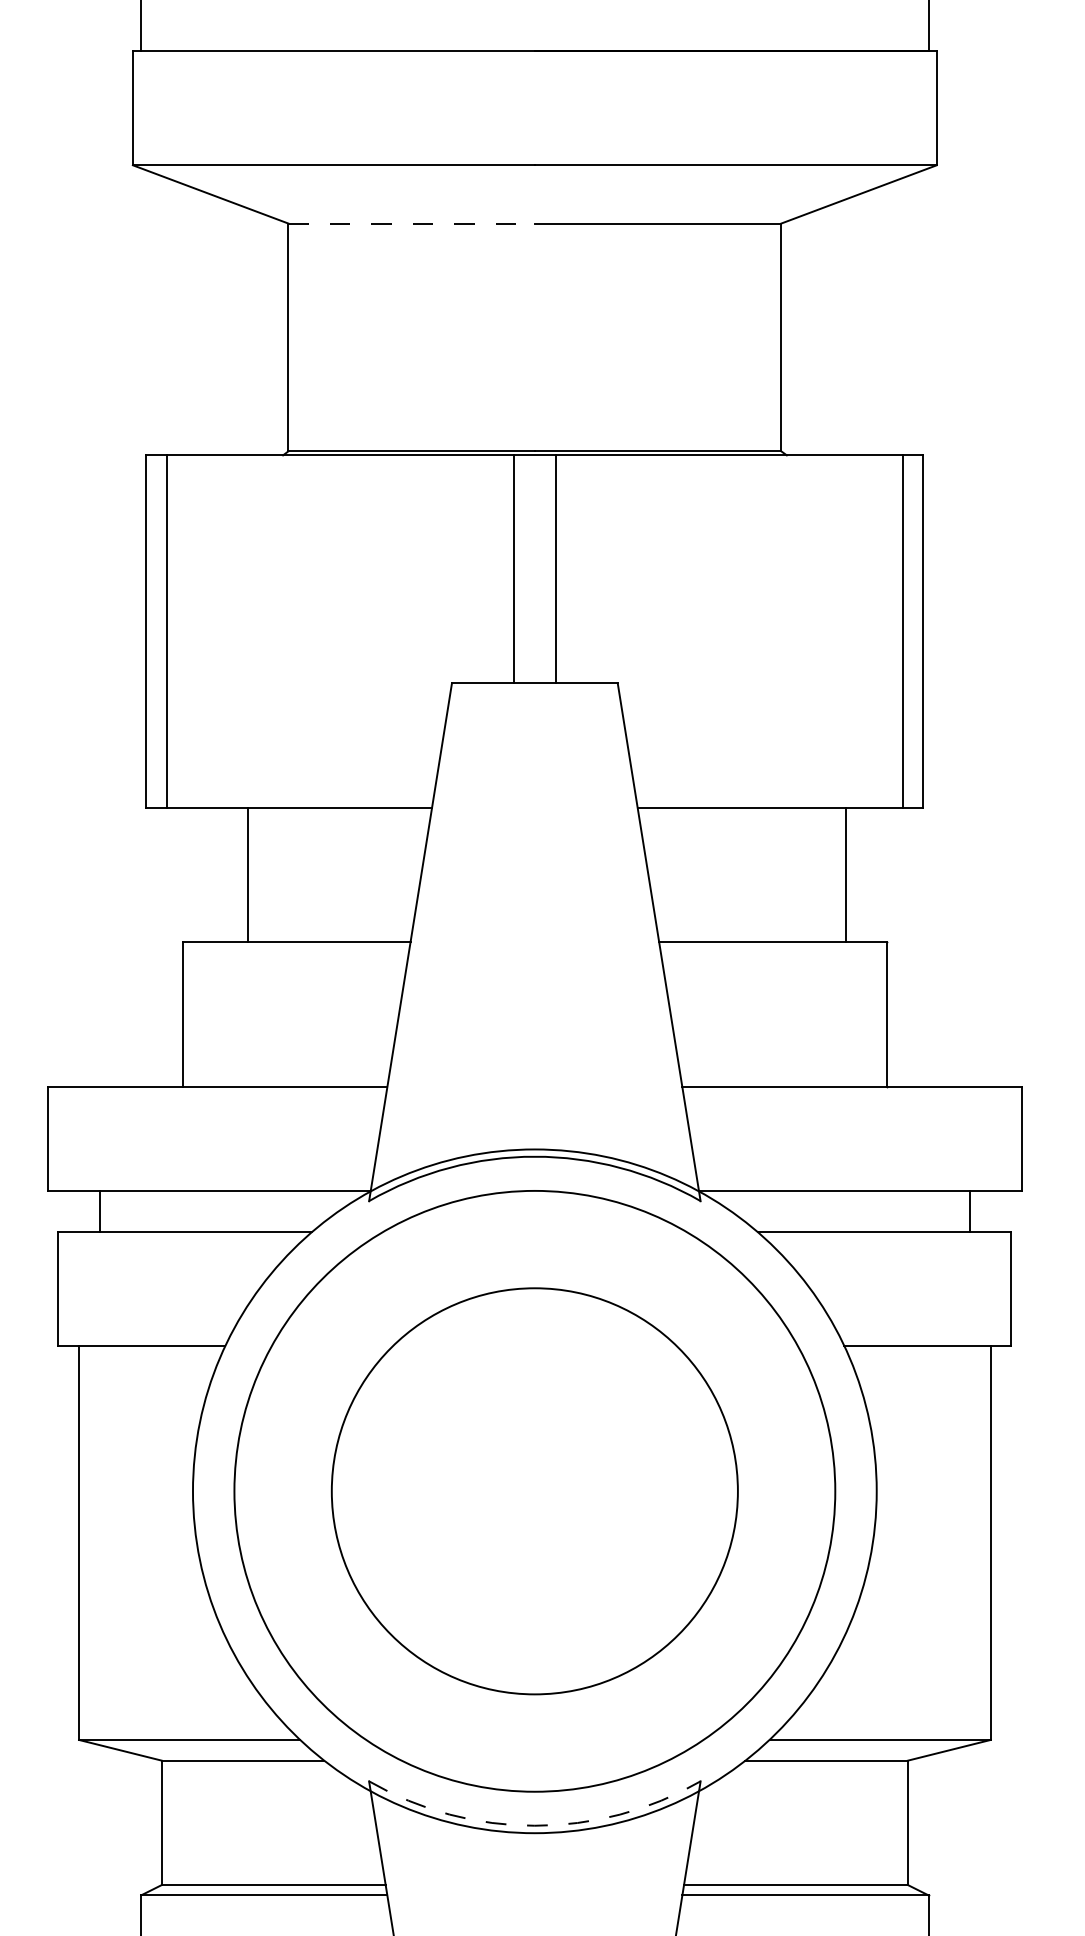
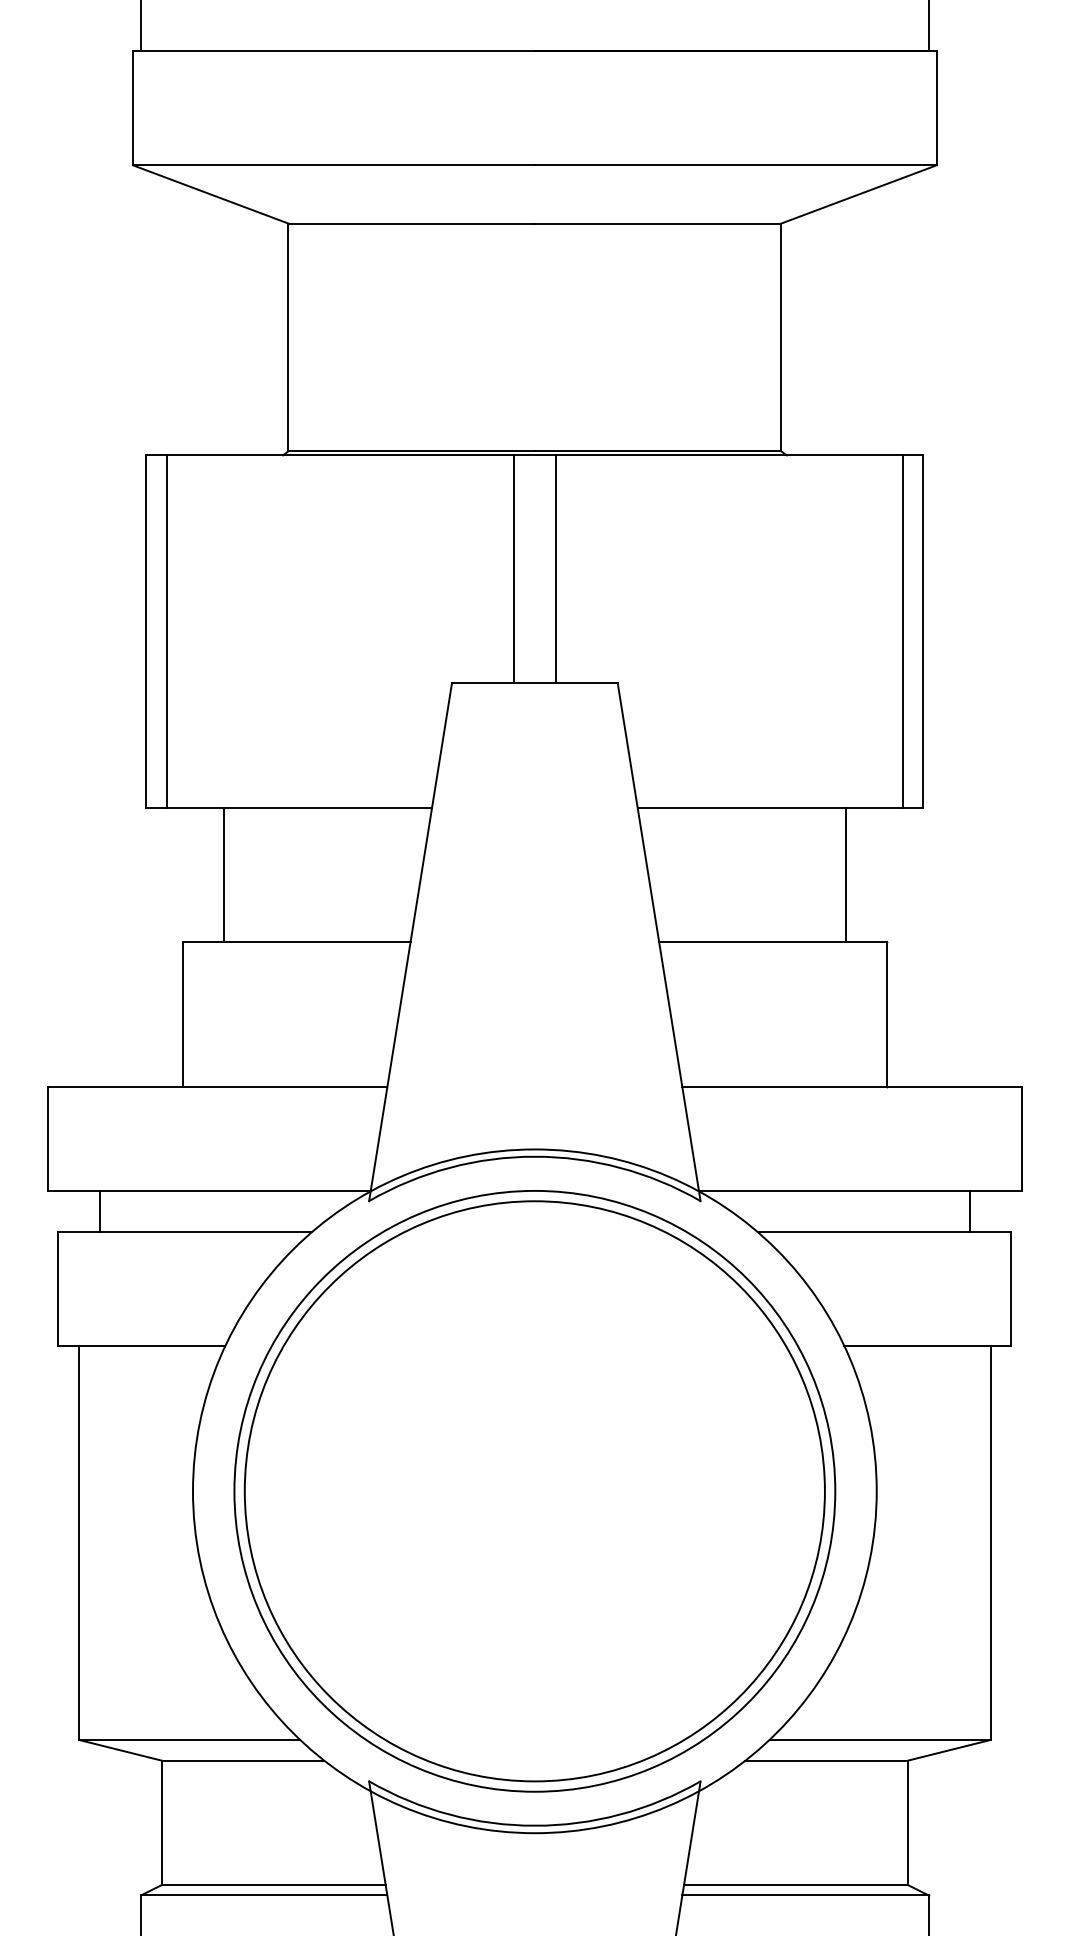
line at (412, 223): dashed -> solid
line at (248, 874) position: (248, 874) -> (224, 874)
circle at (534, 1491) diameter: 406 px -> 580 px
arc at (534, 1825): dashed -> solid
